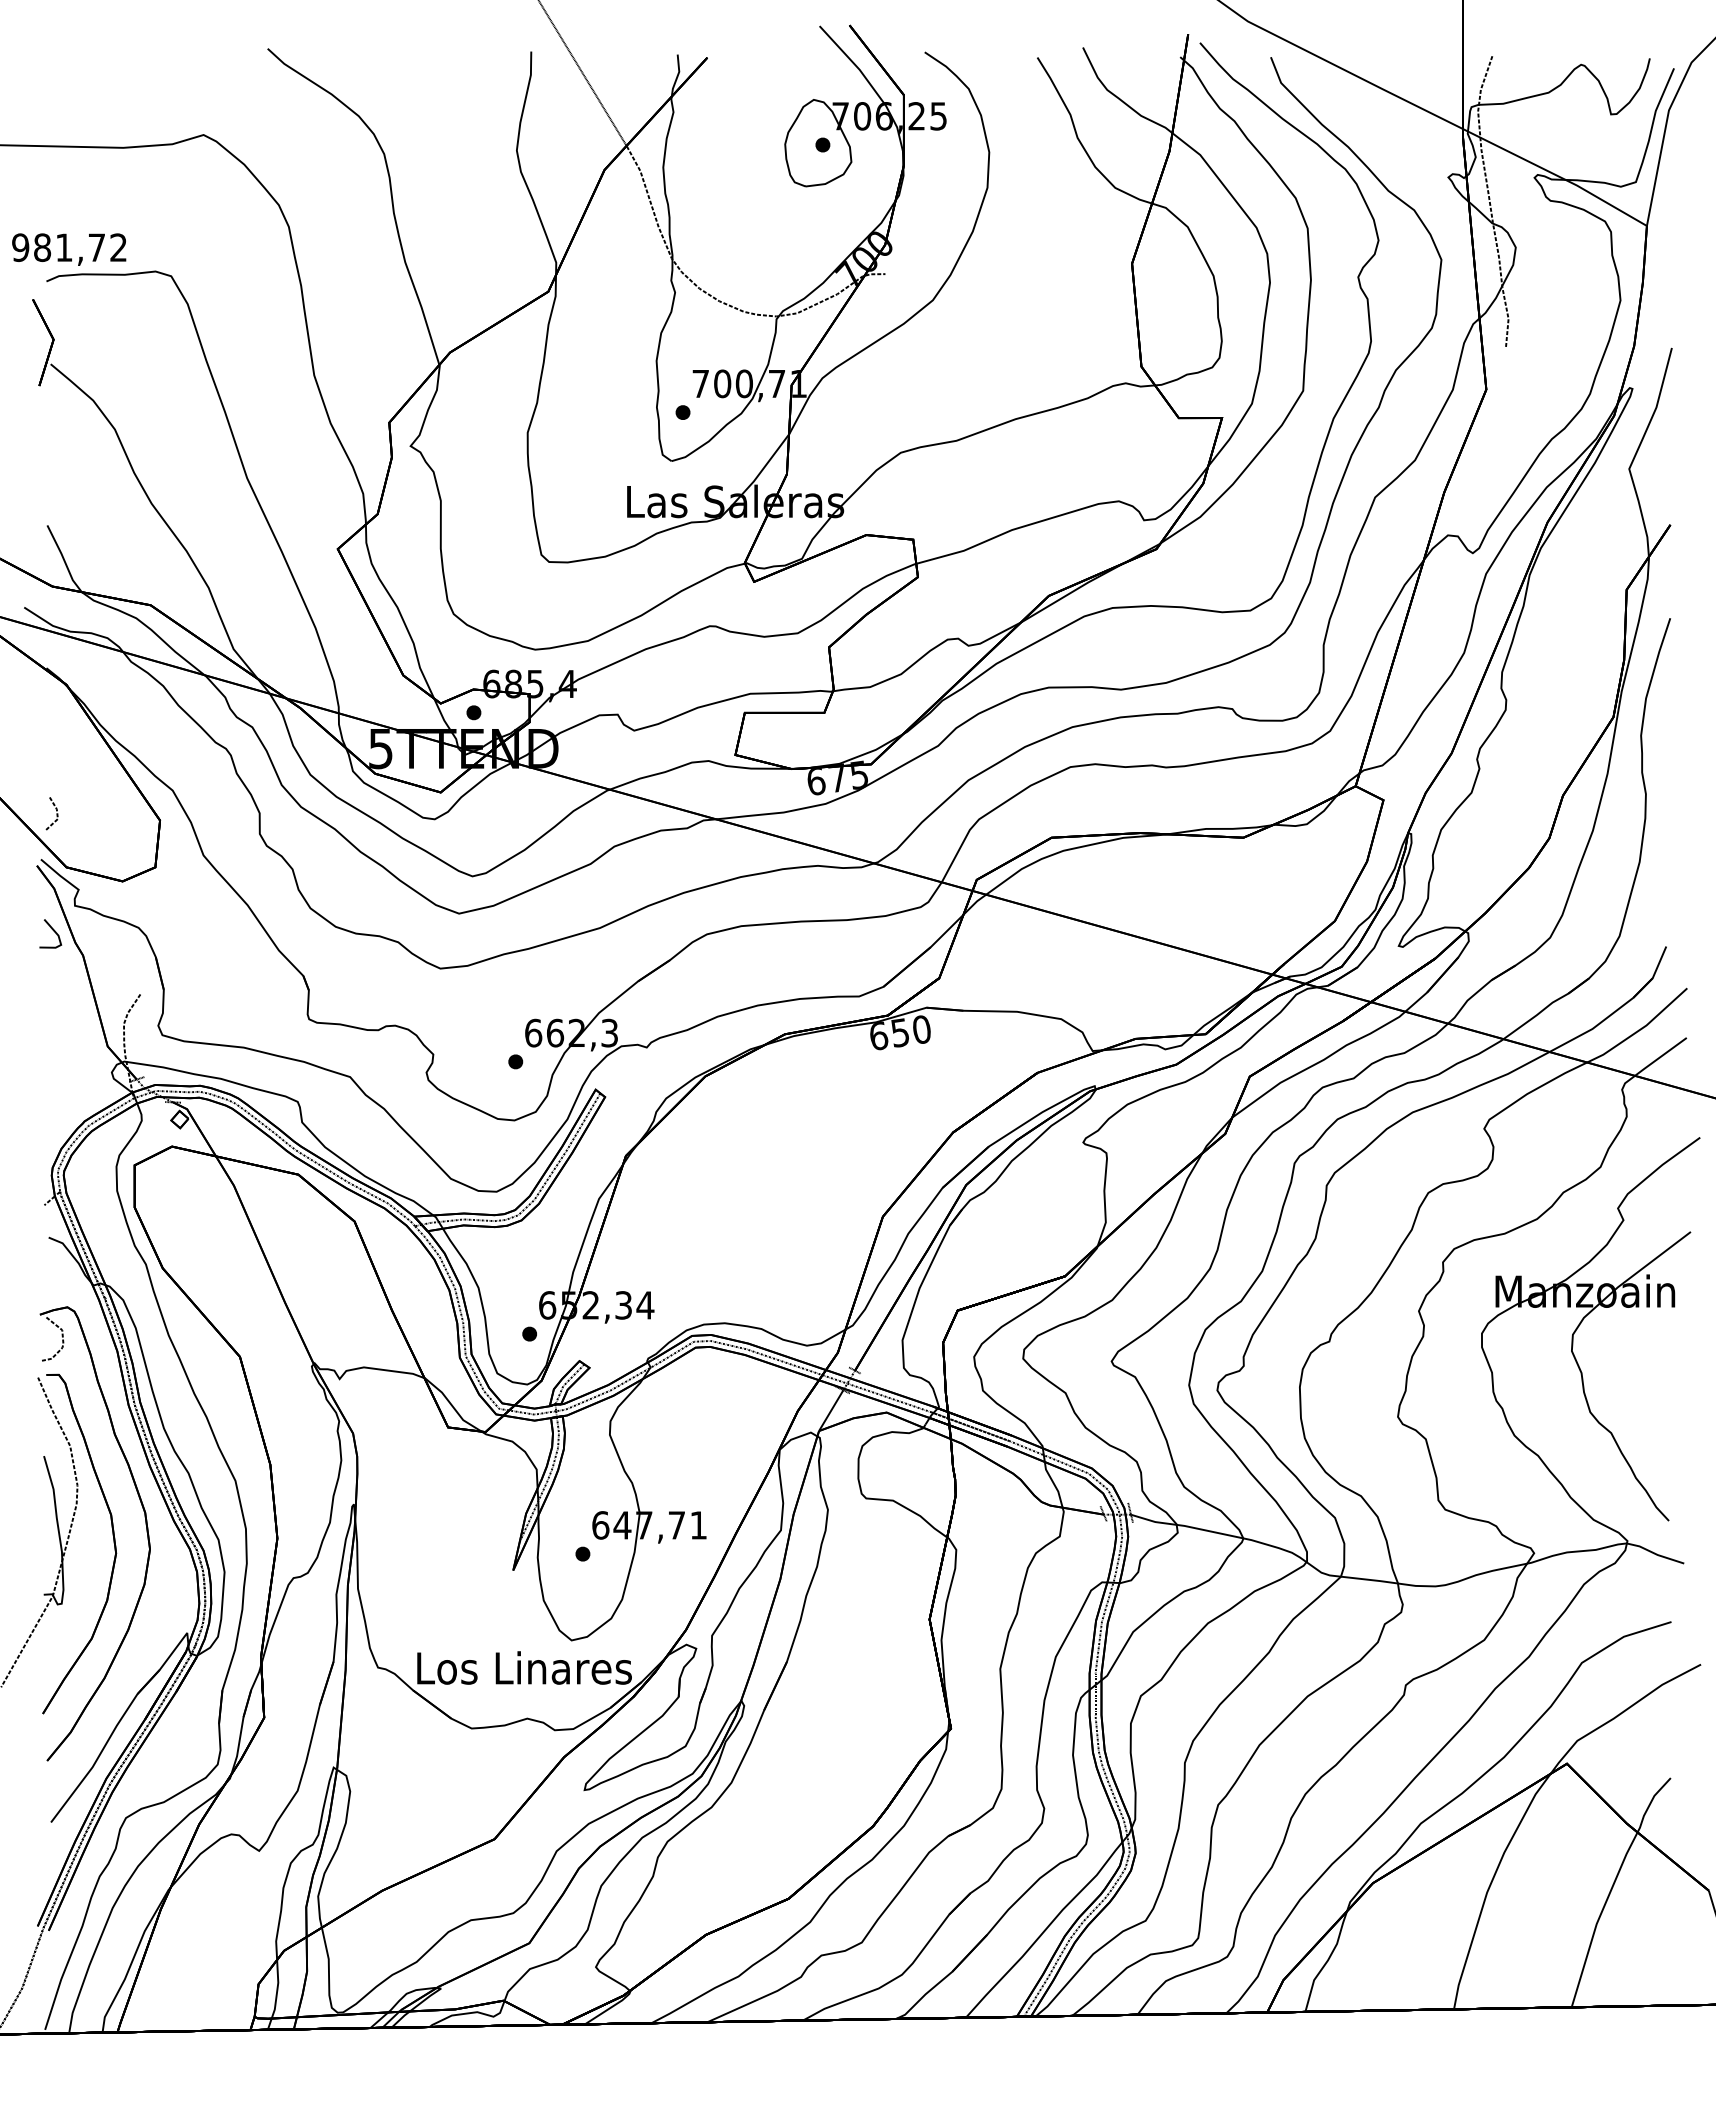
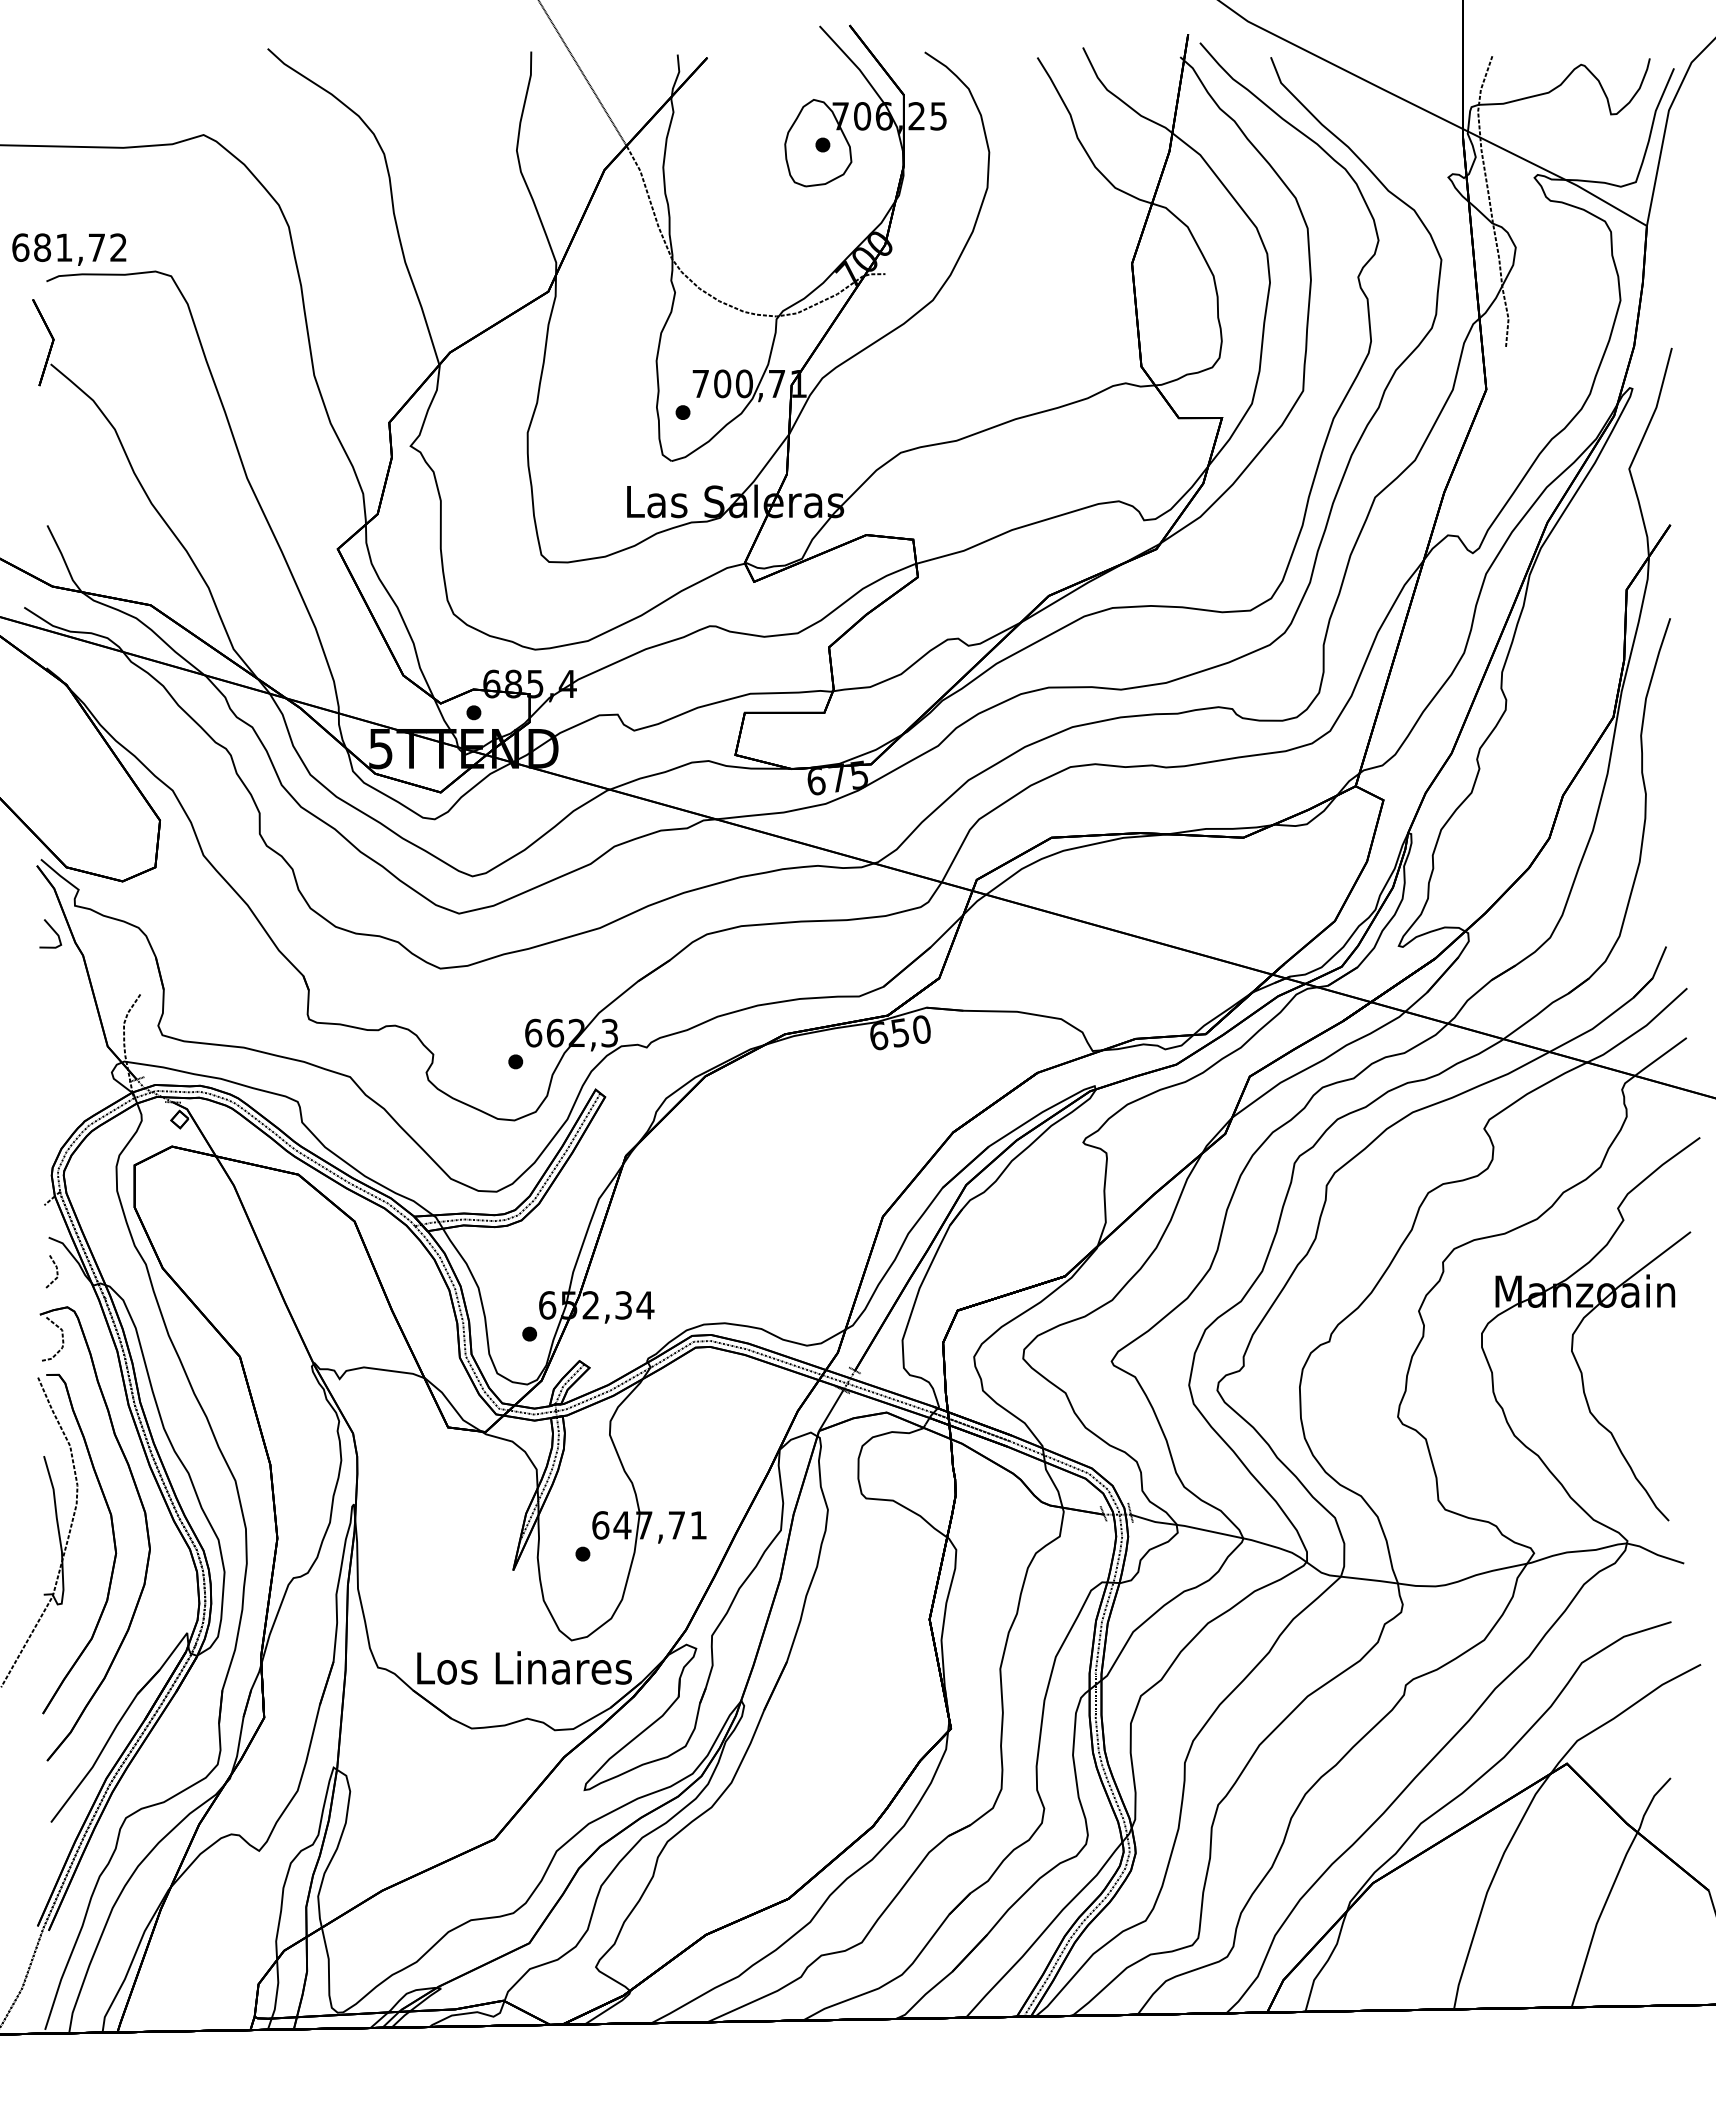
text at (20, 247): 981,72 -> 681,72
line at (56, 813) position: (56, 813) -> (56, 1271)
